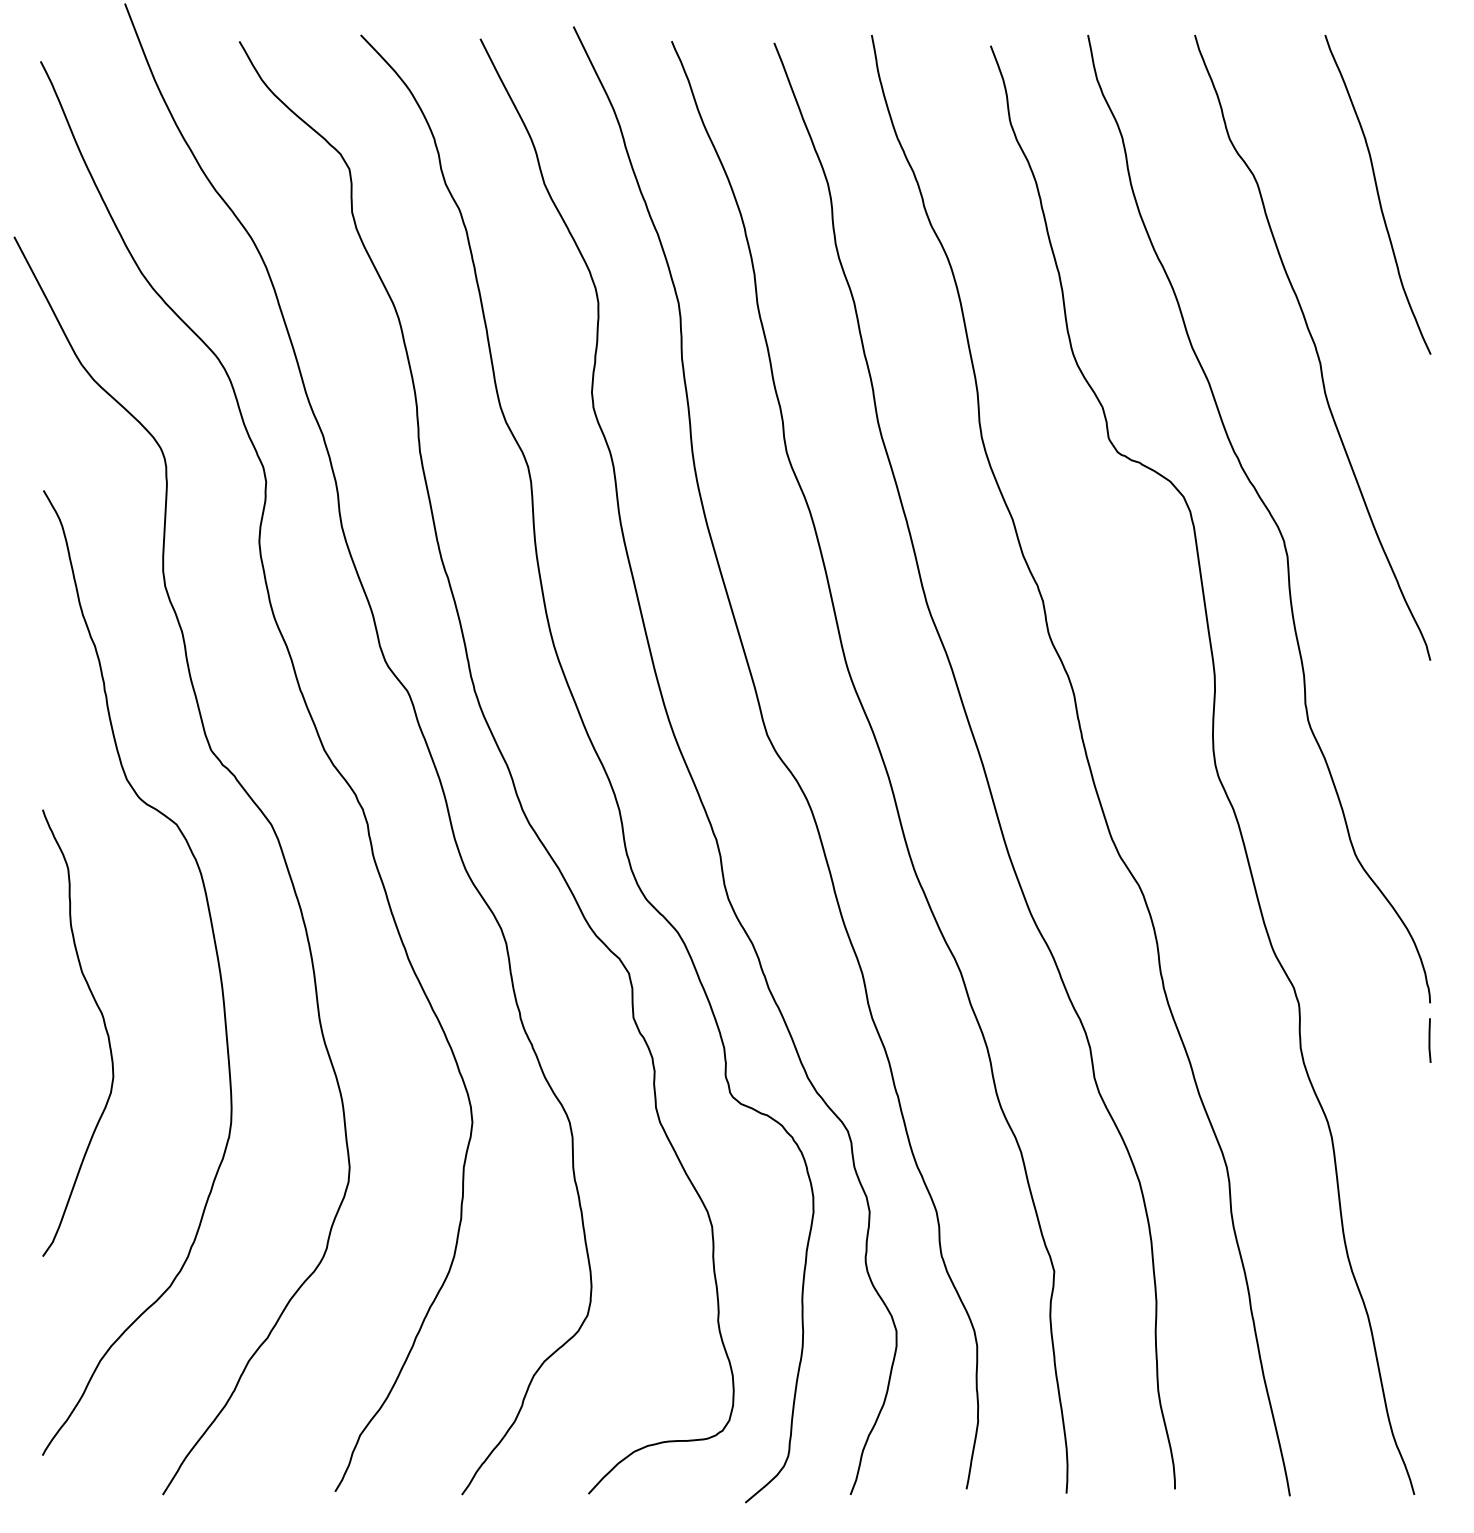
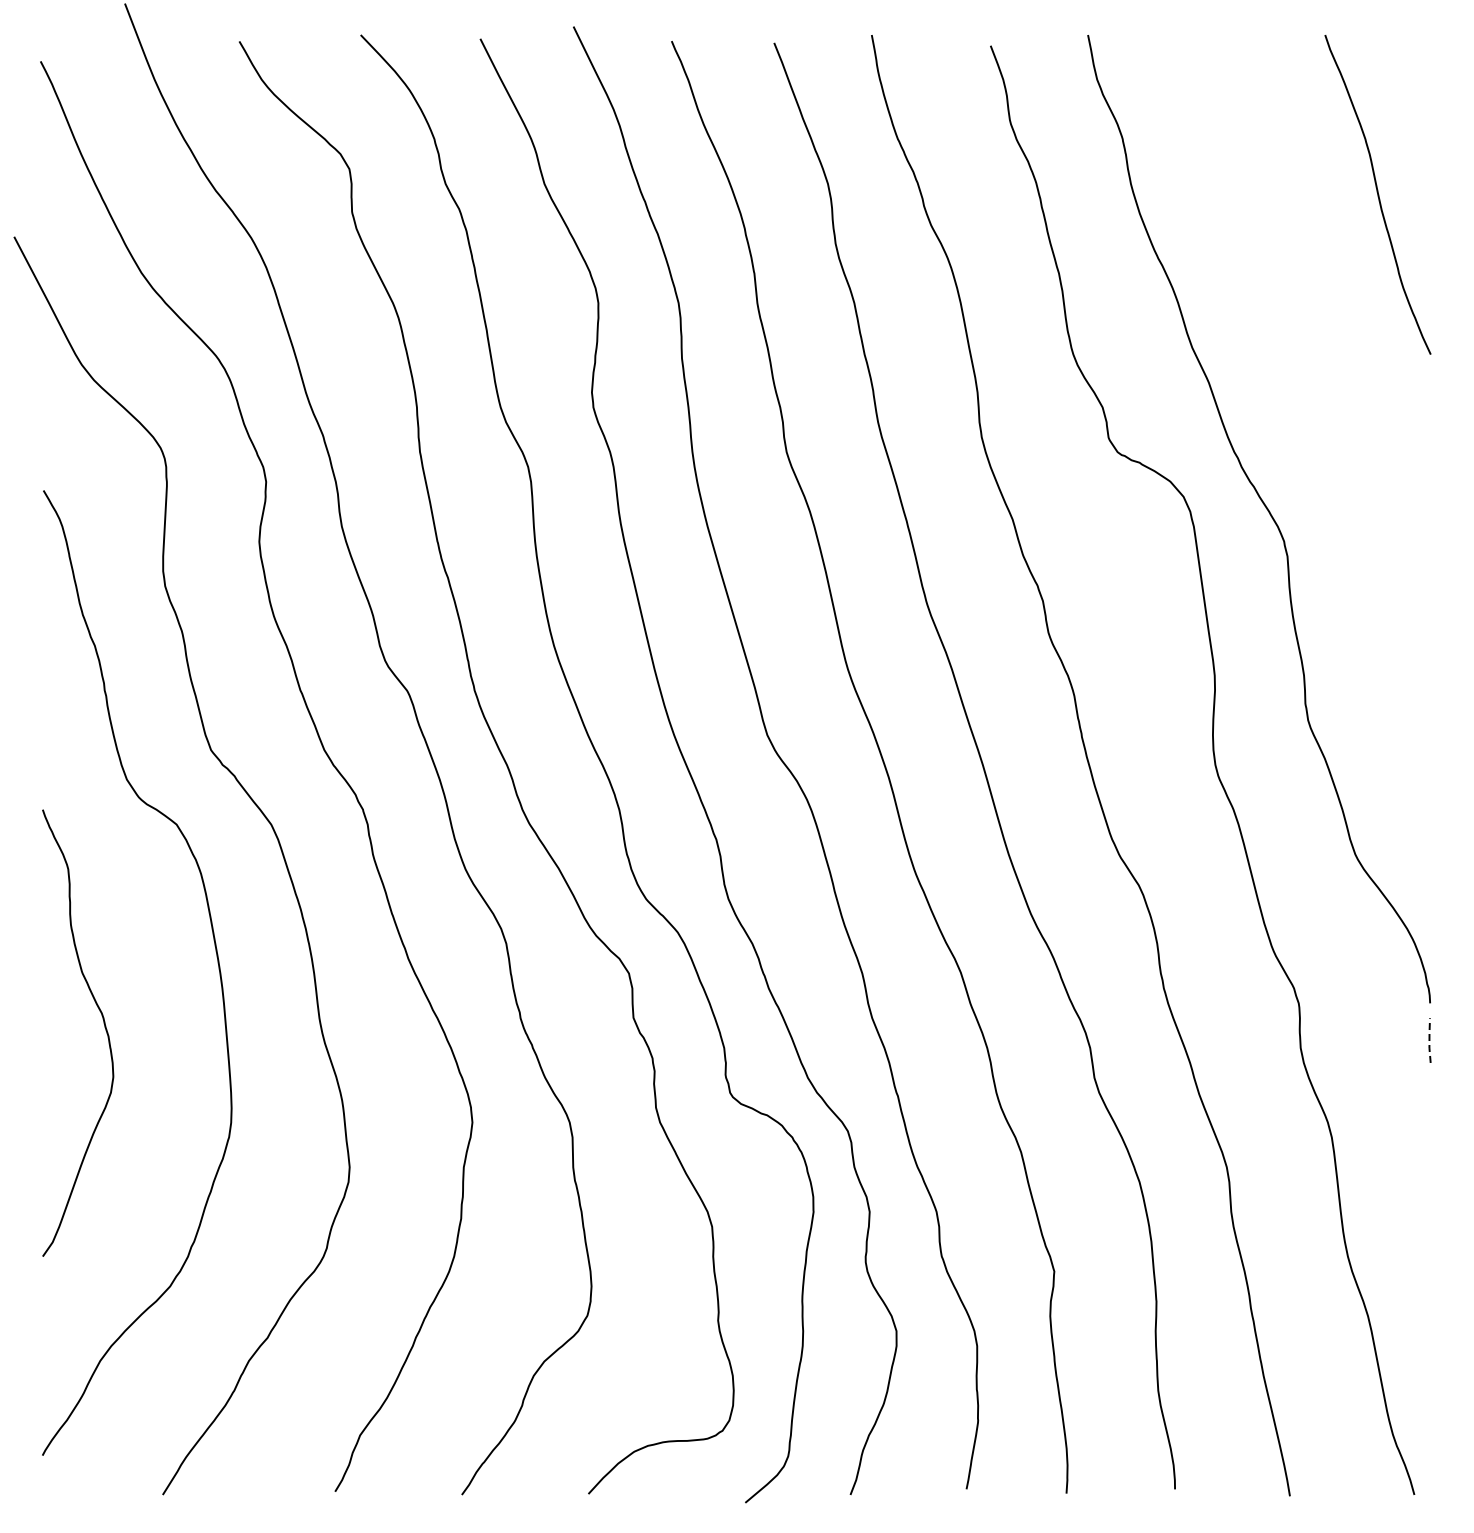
curve at (1314, 347): present -> none
line at (1429, 1040): solid -> dashed
